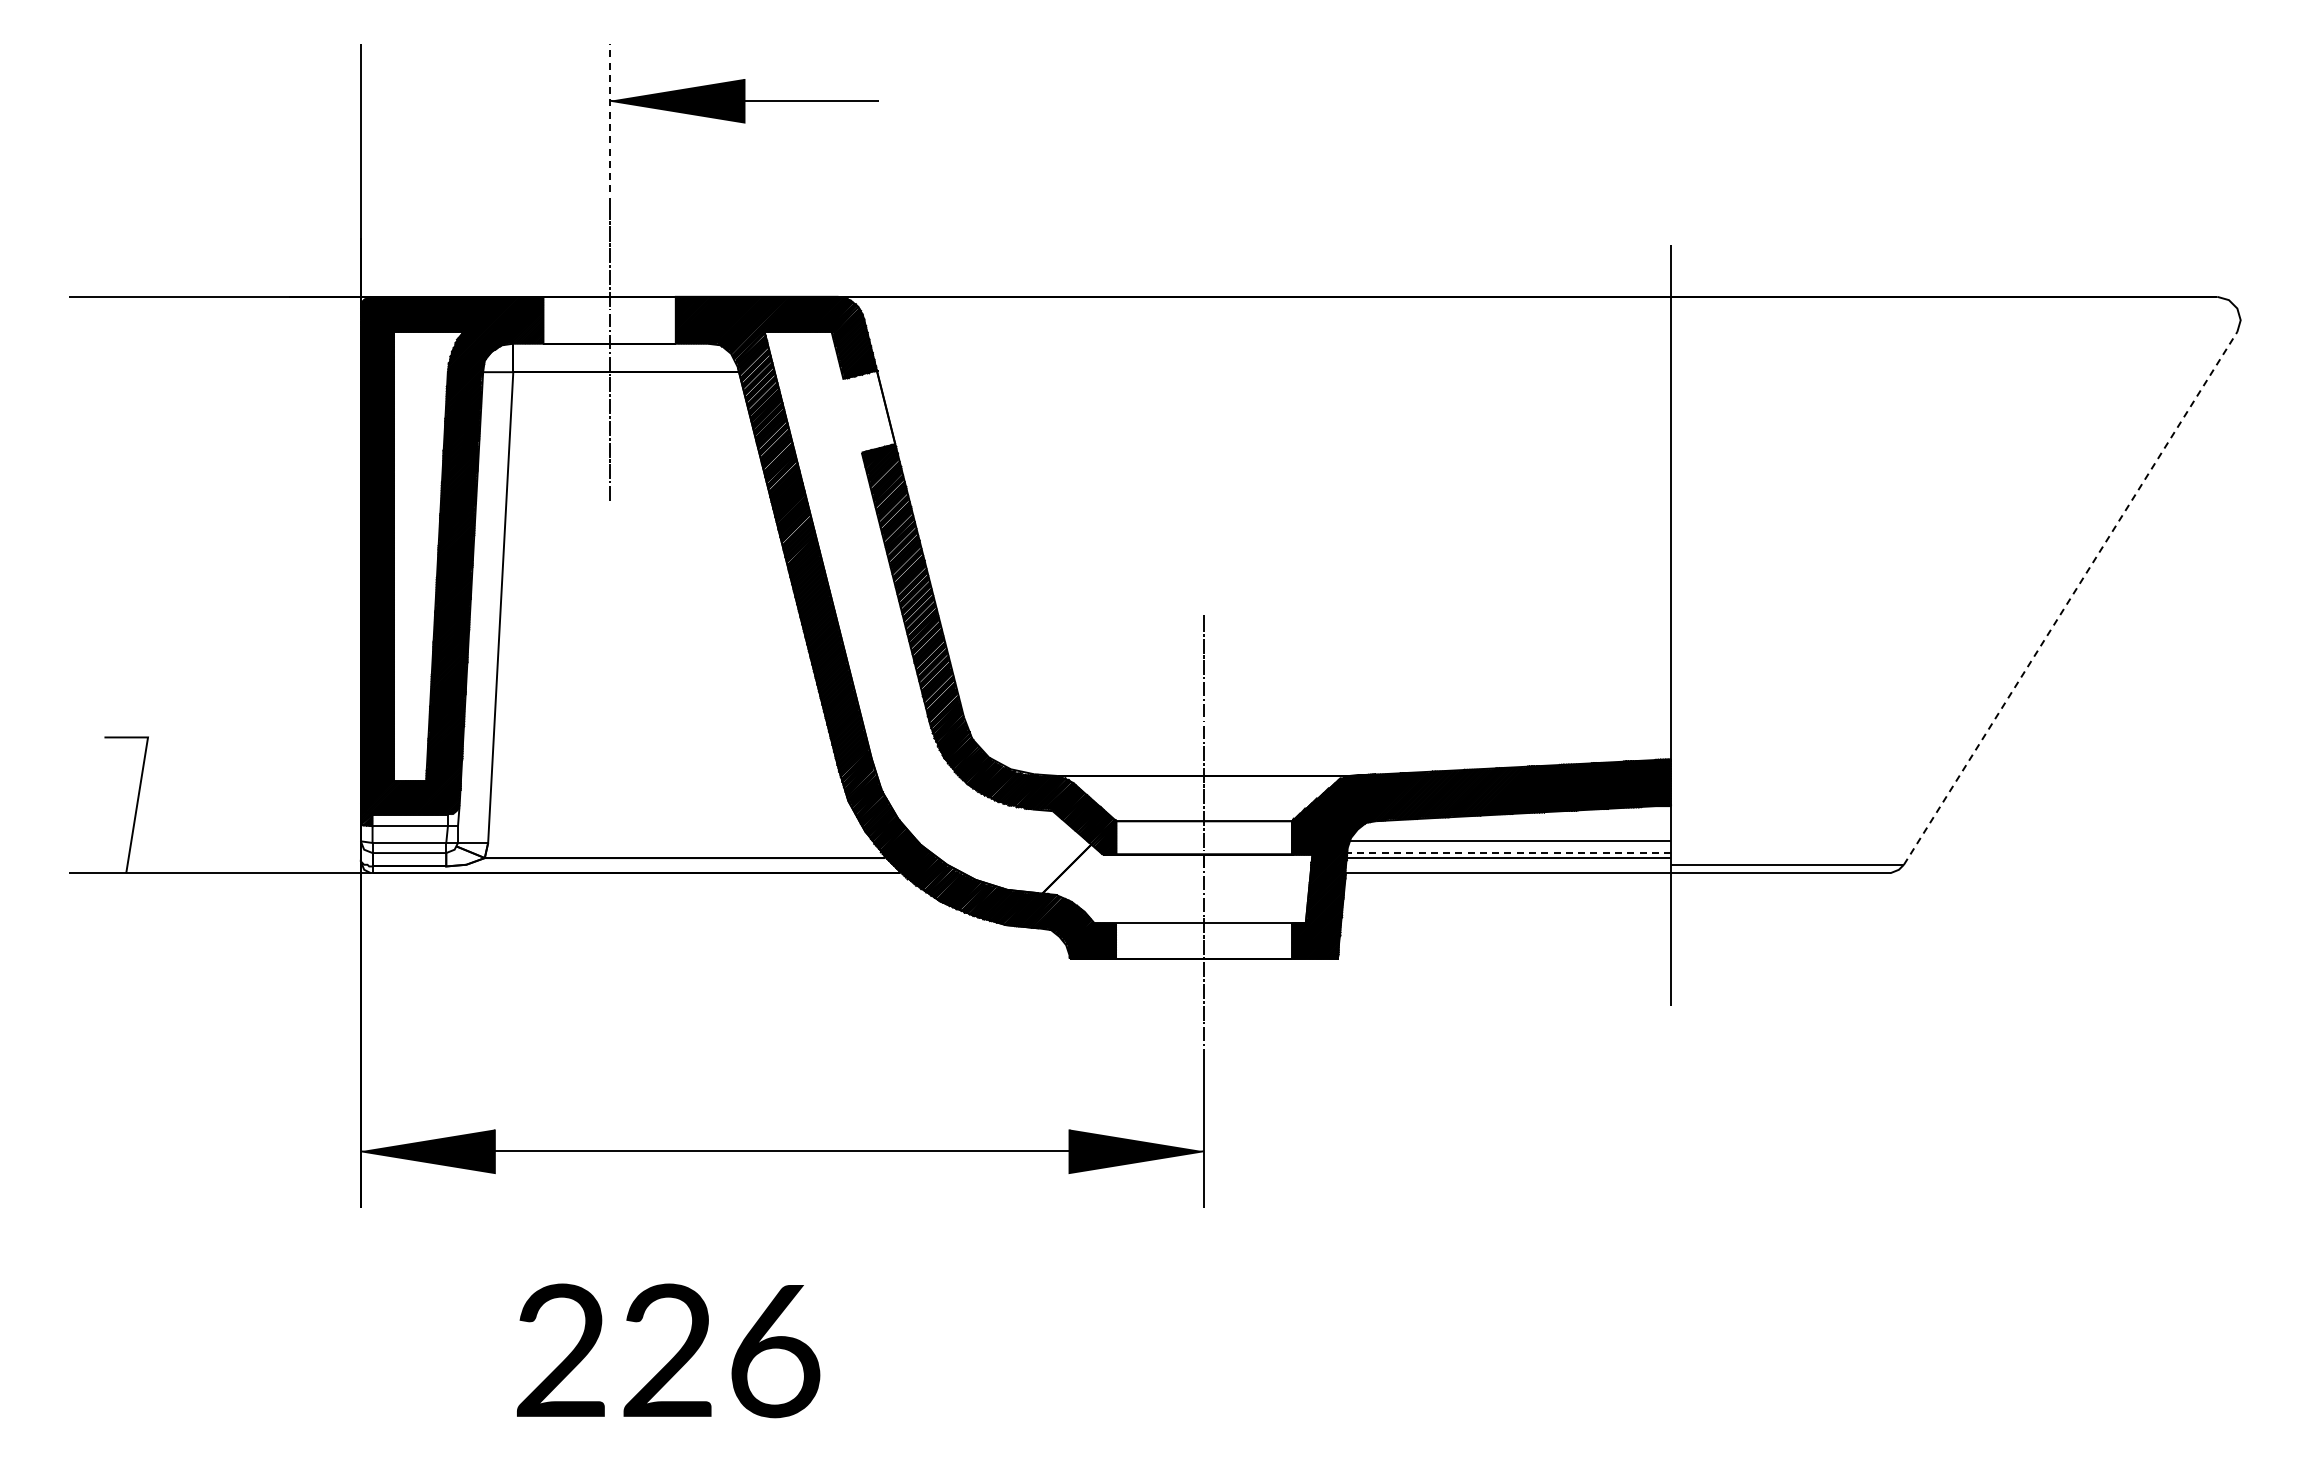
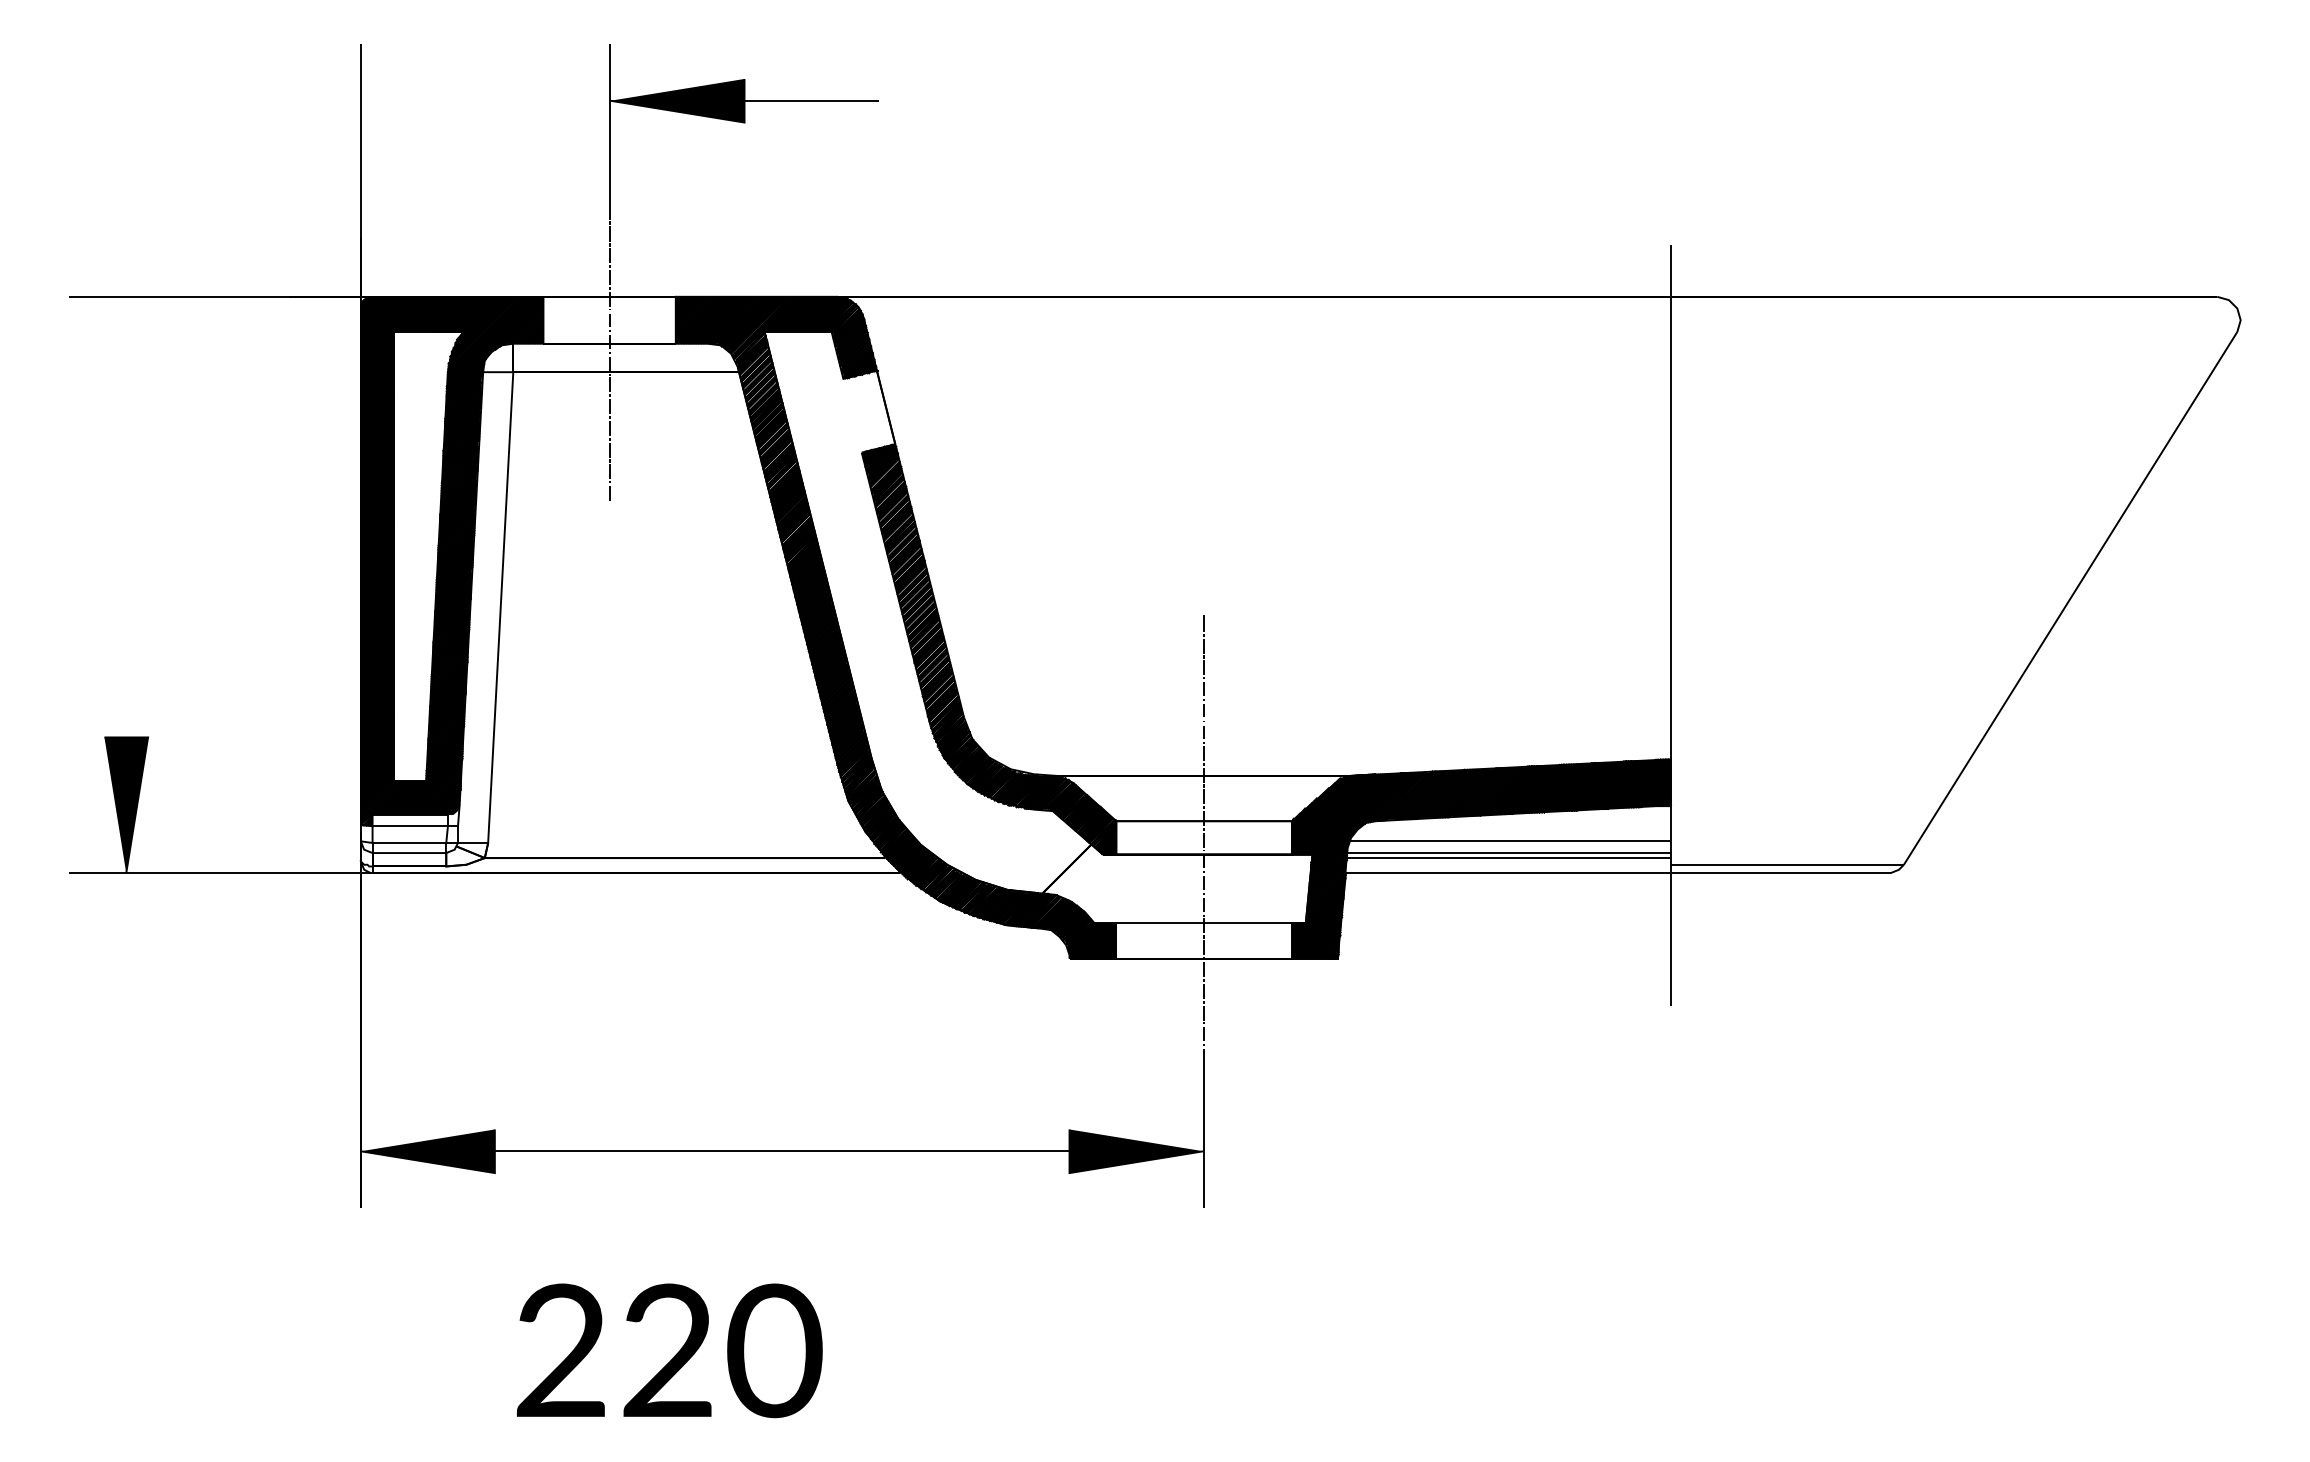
line at (610, 123): dashed -> solid
line at (2070, 597): dashed -> solid
fill at (126, 805): none -> present
line at (1509, 853): dashed -> solid
text at (774, 1350): 226 -> 220
